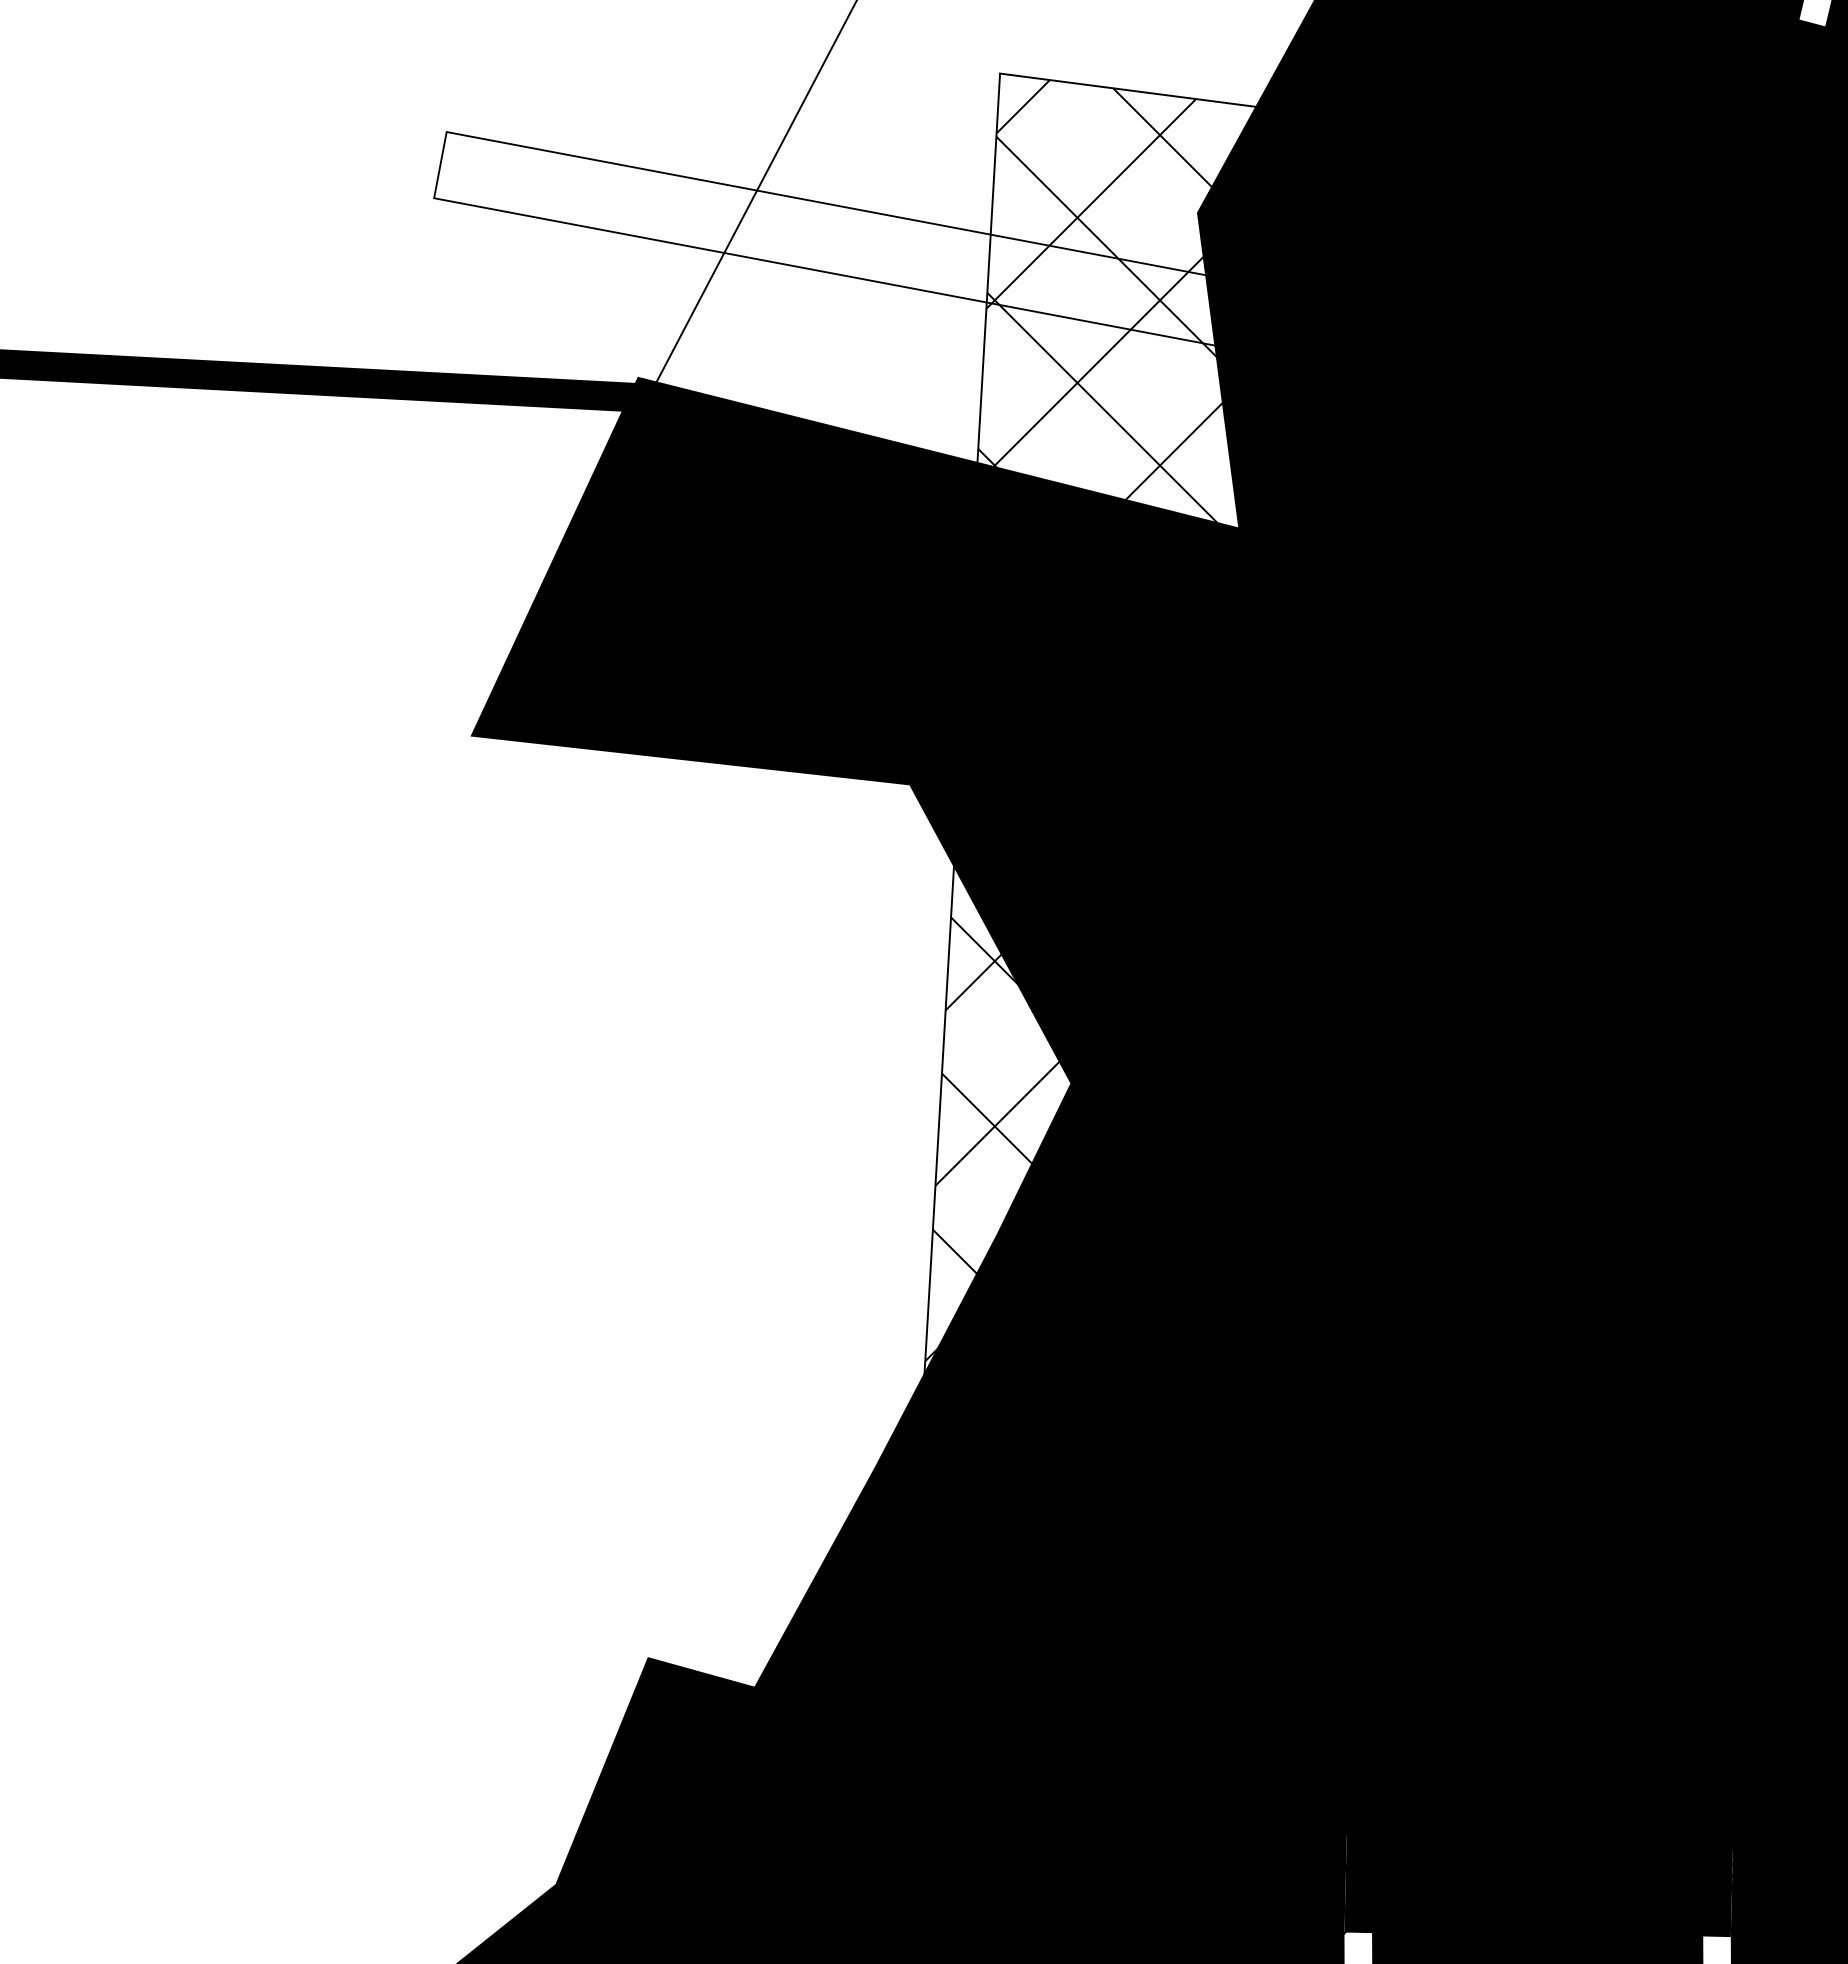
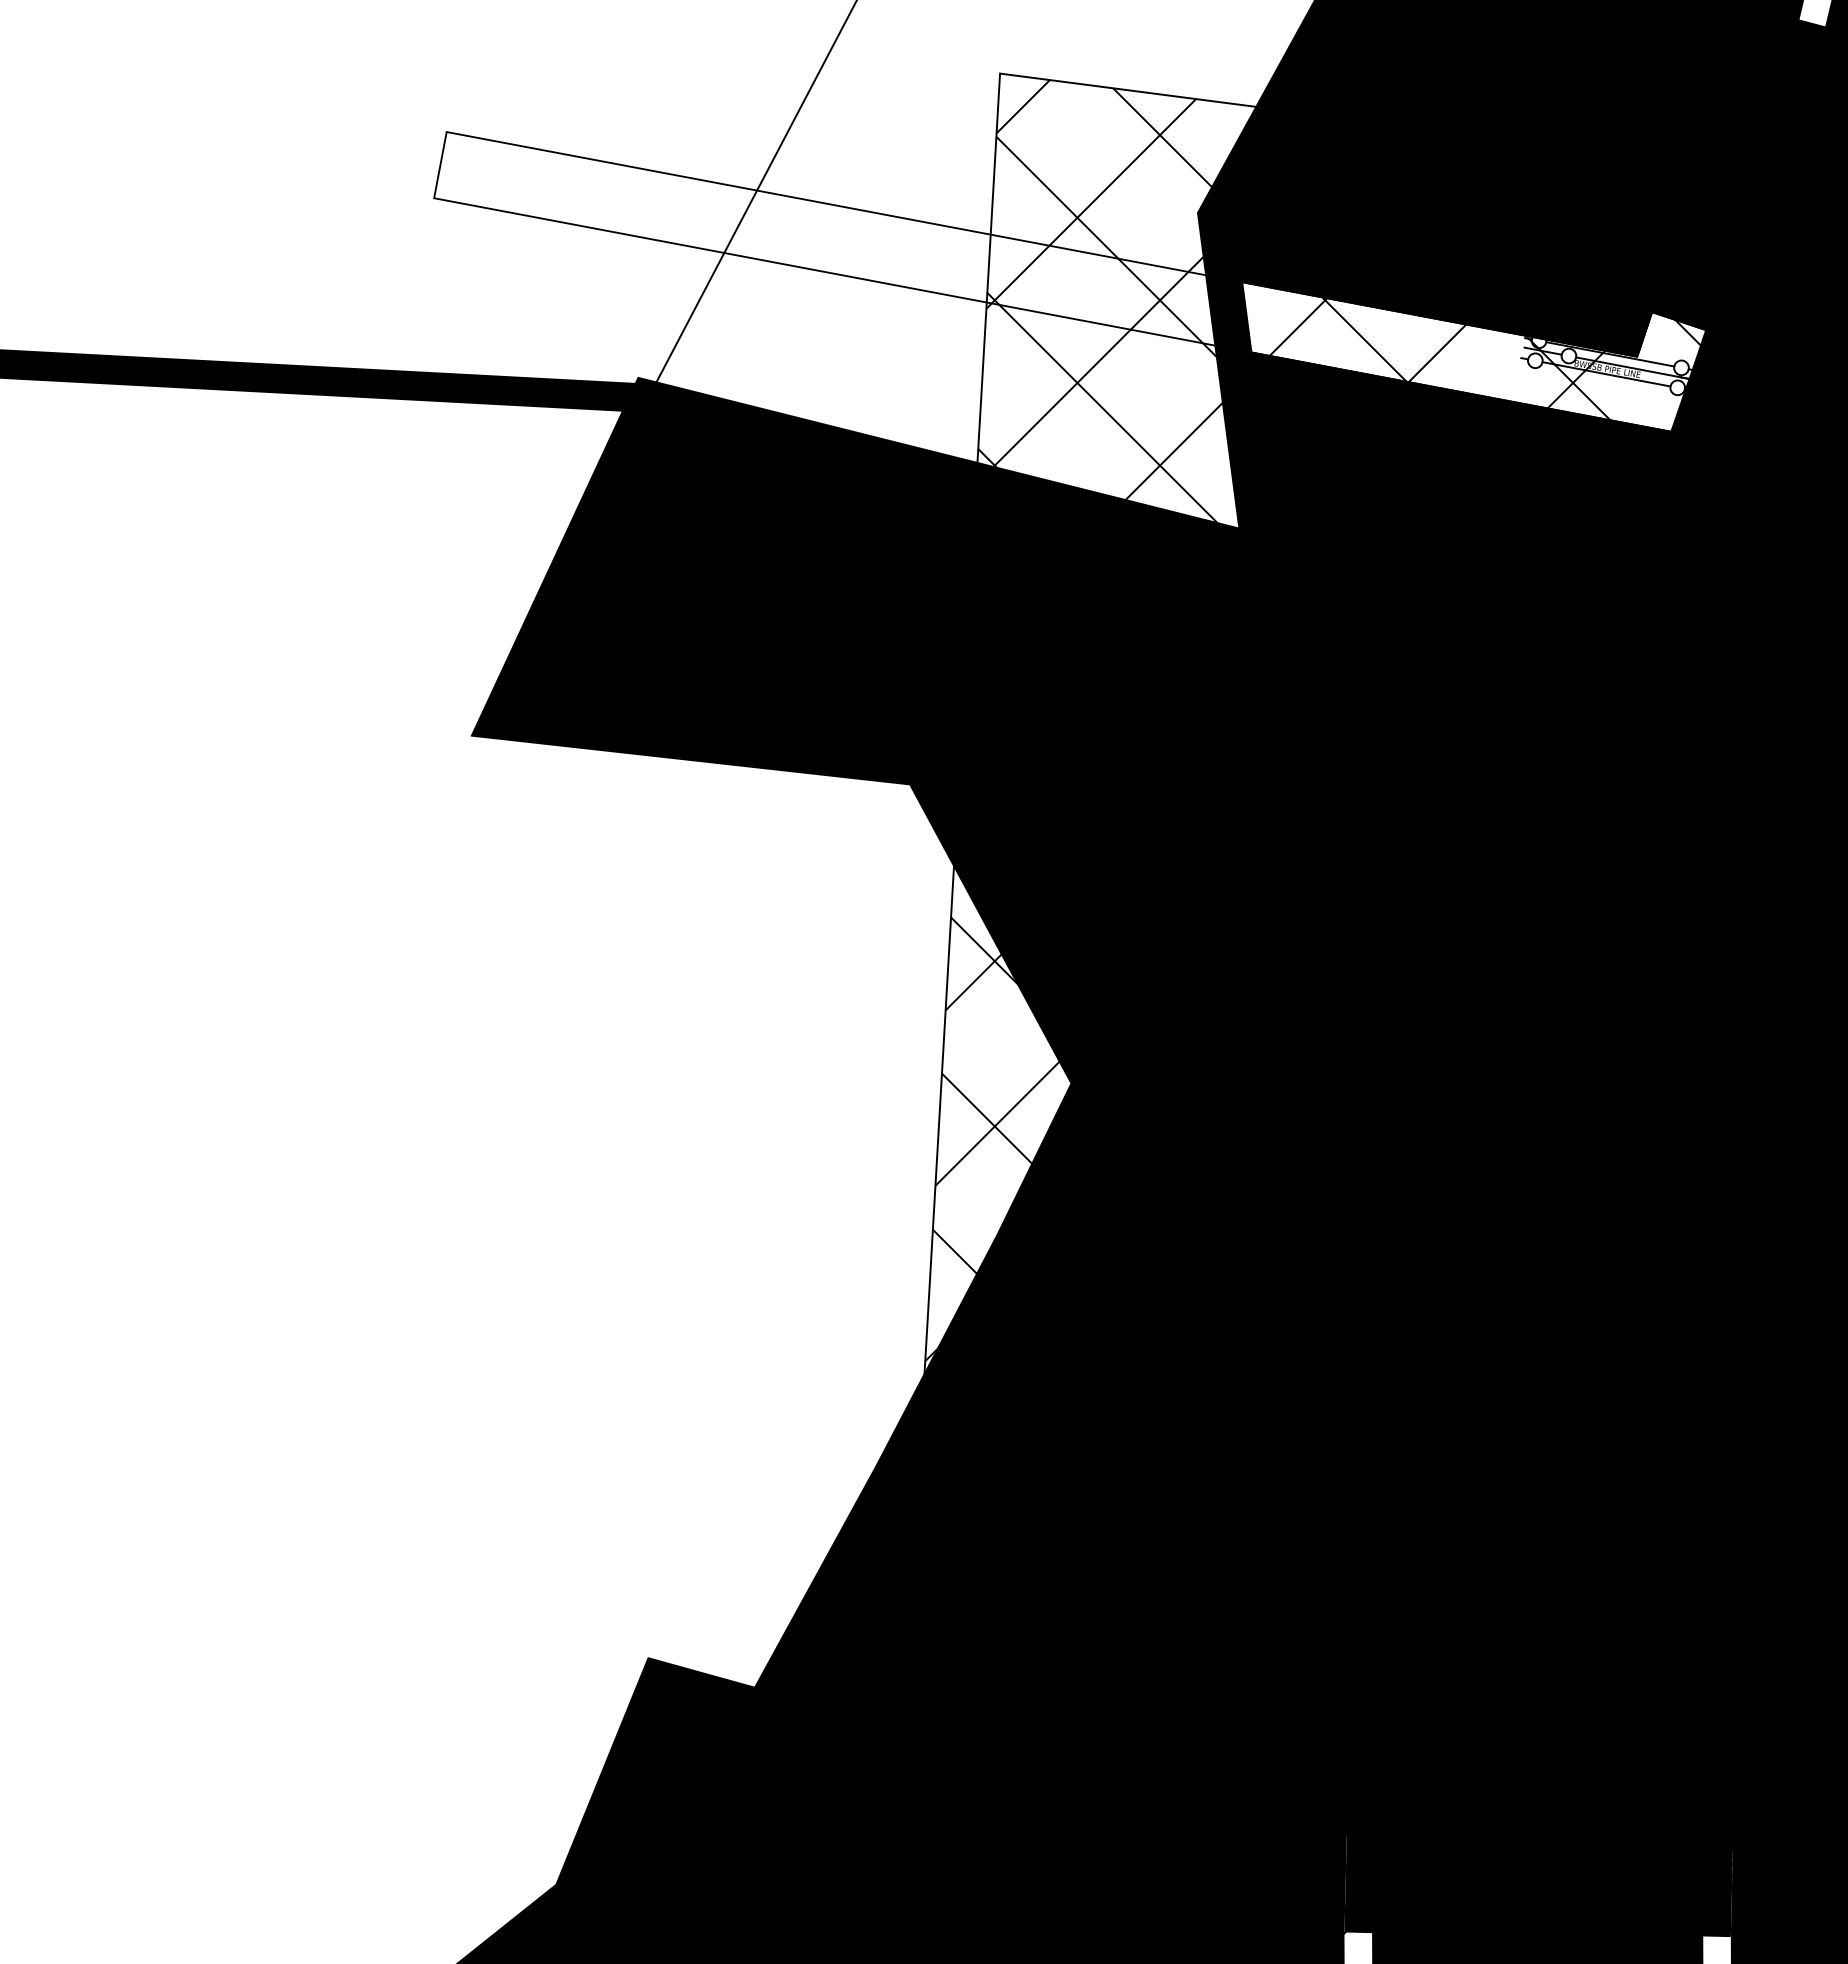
fill at (1477, 357): present -> none
